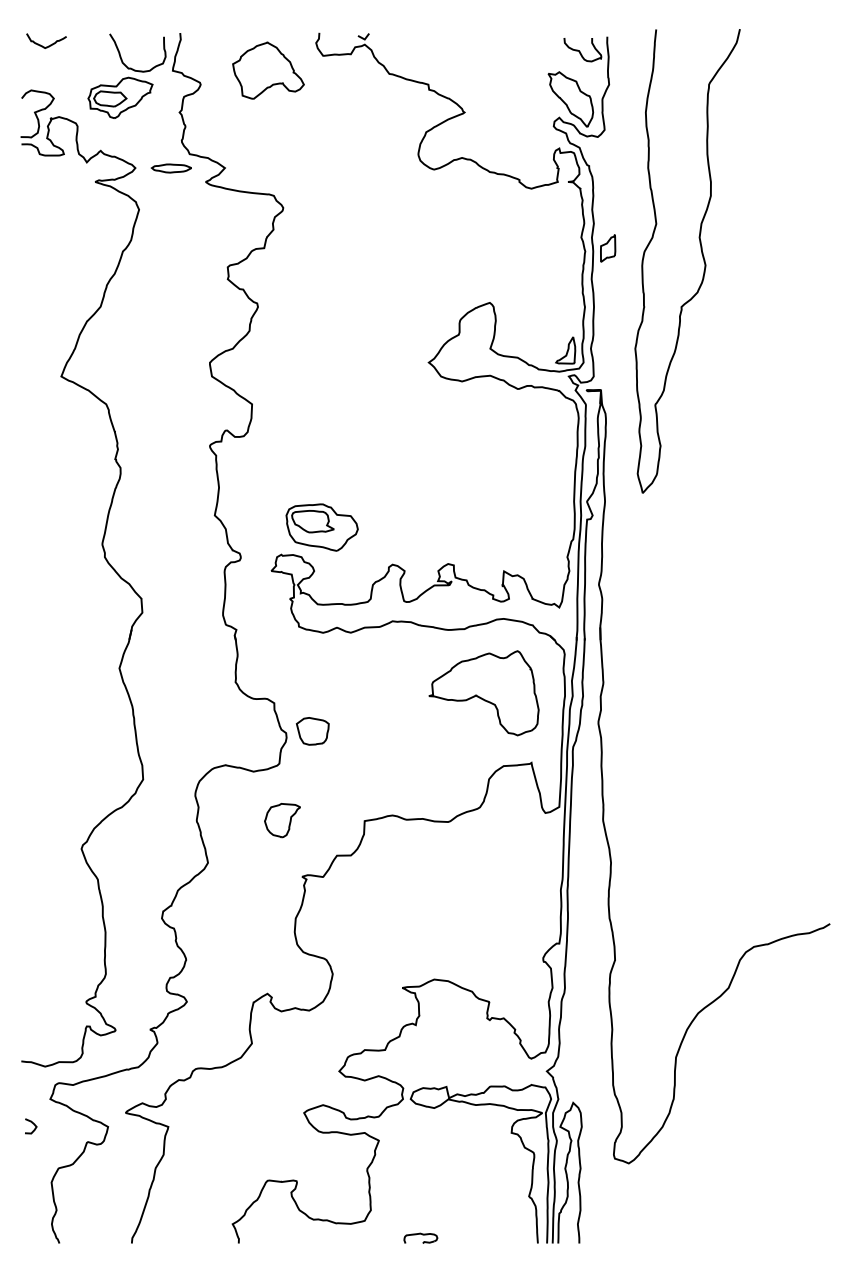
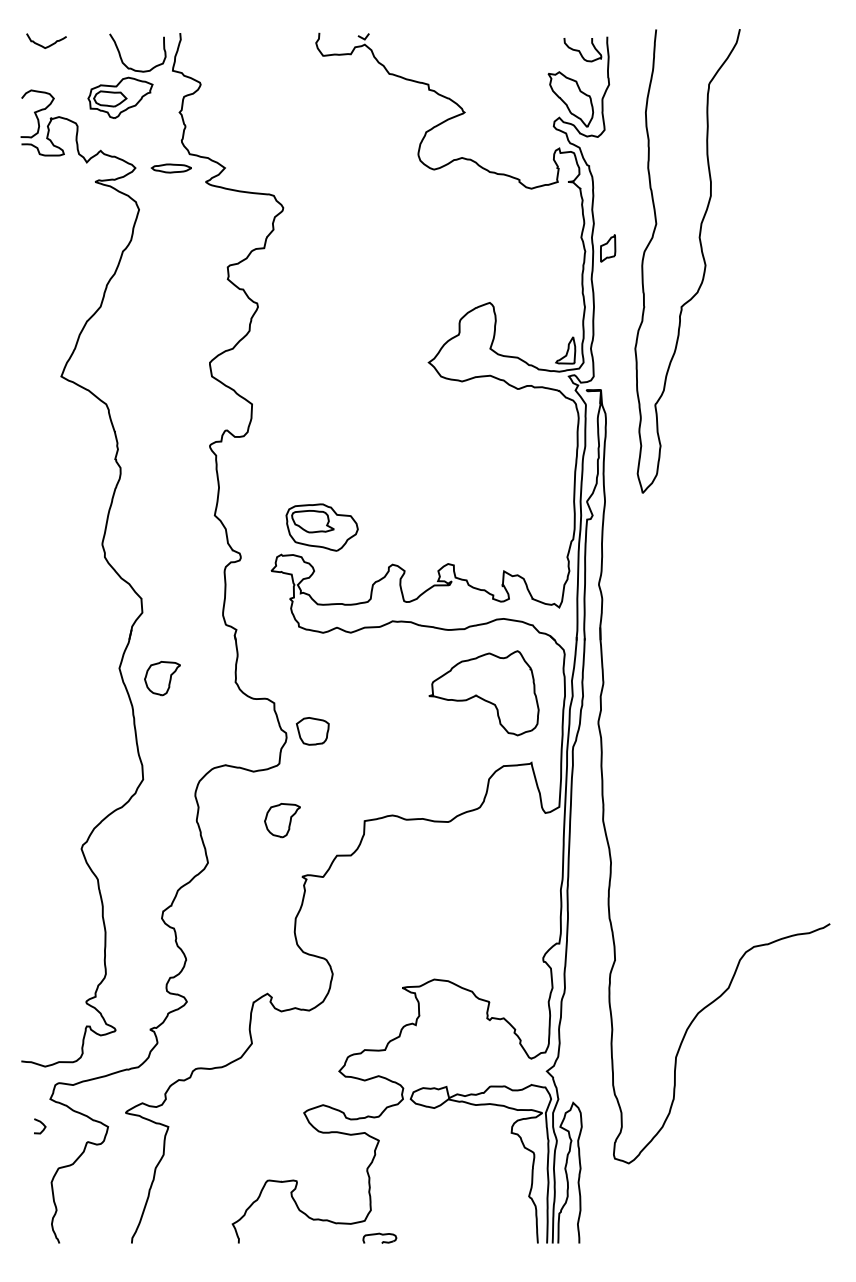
part at (268, 70): present -> none
part at (162, 678): none -> present
curve at (33, 1124) position: (33, 1124) -> (42, 1124)
part at (420, 1237) position: (420, 1237) -> (379, 1237)
